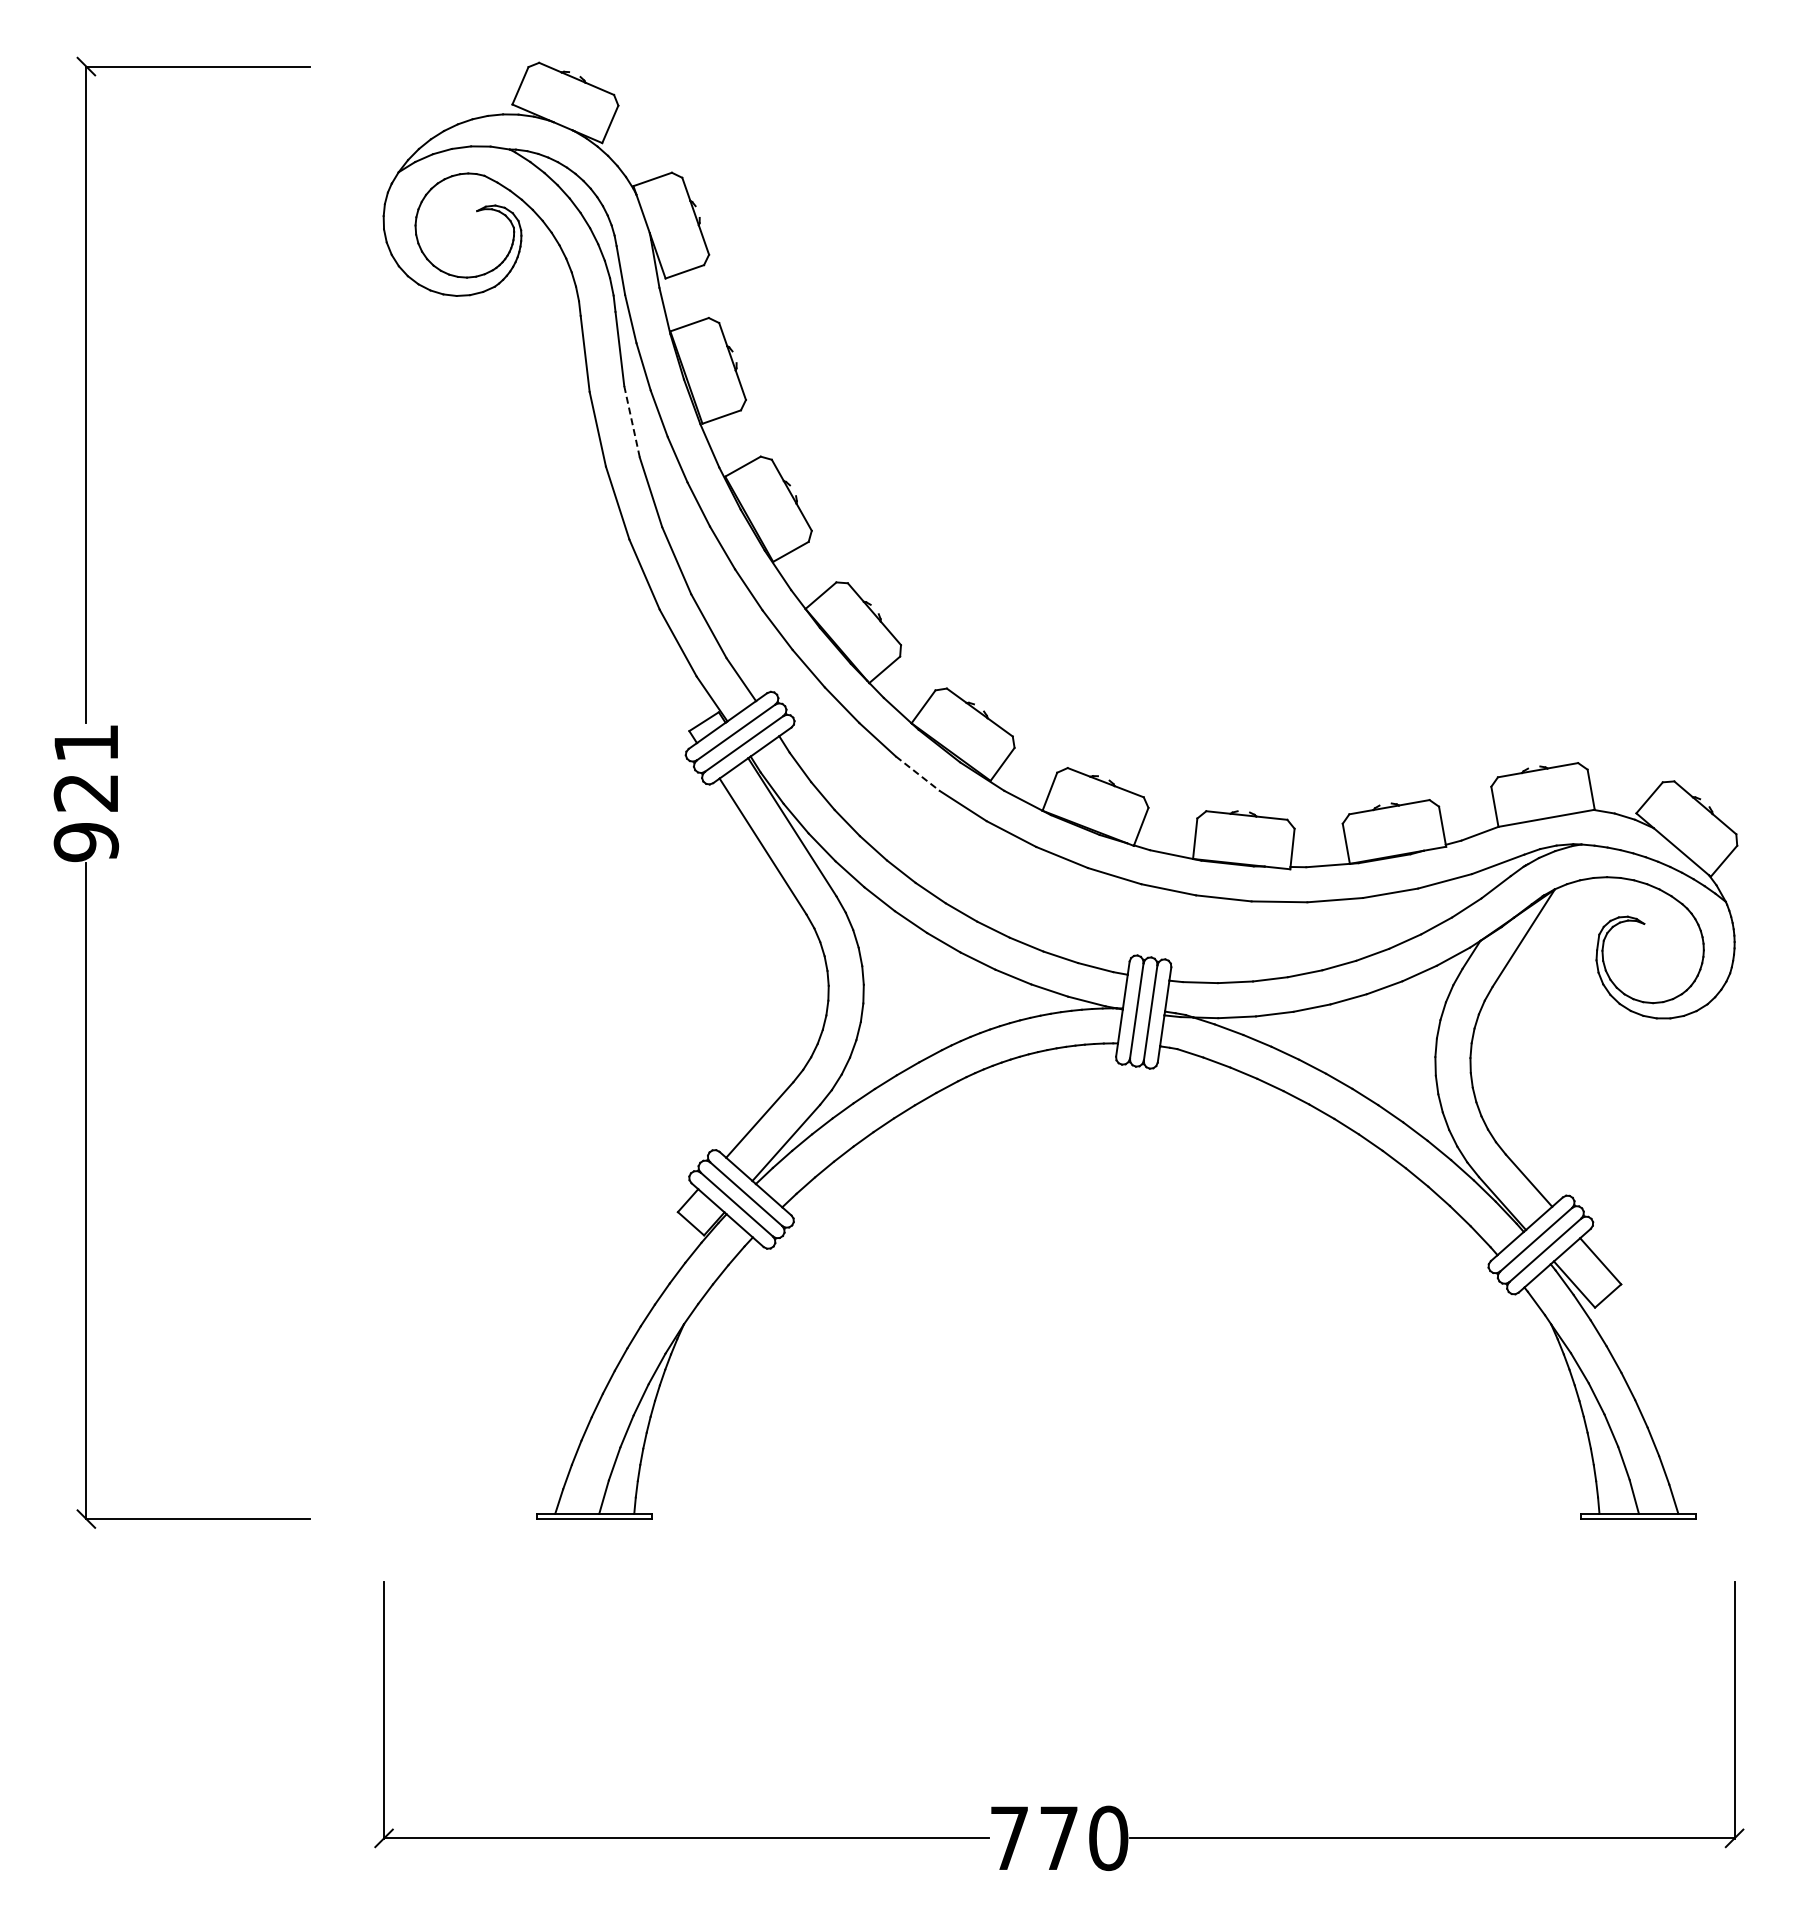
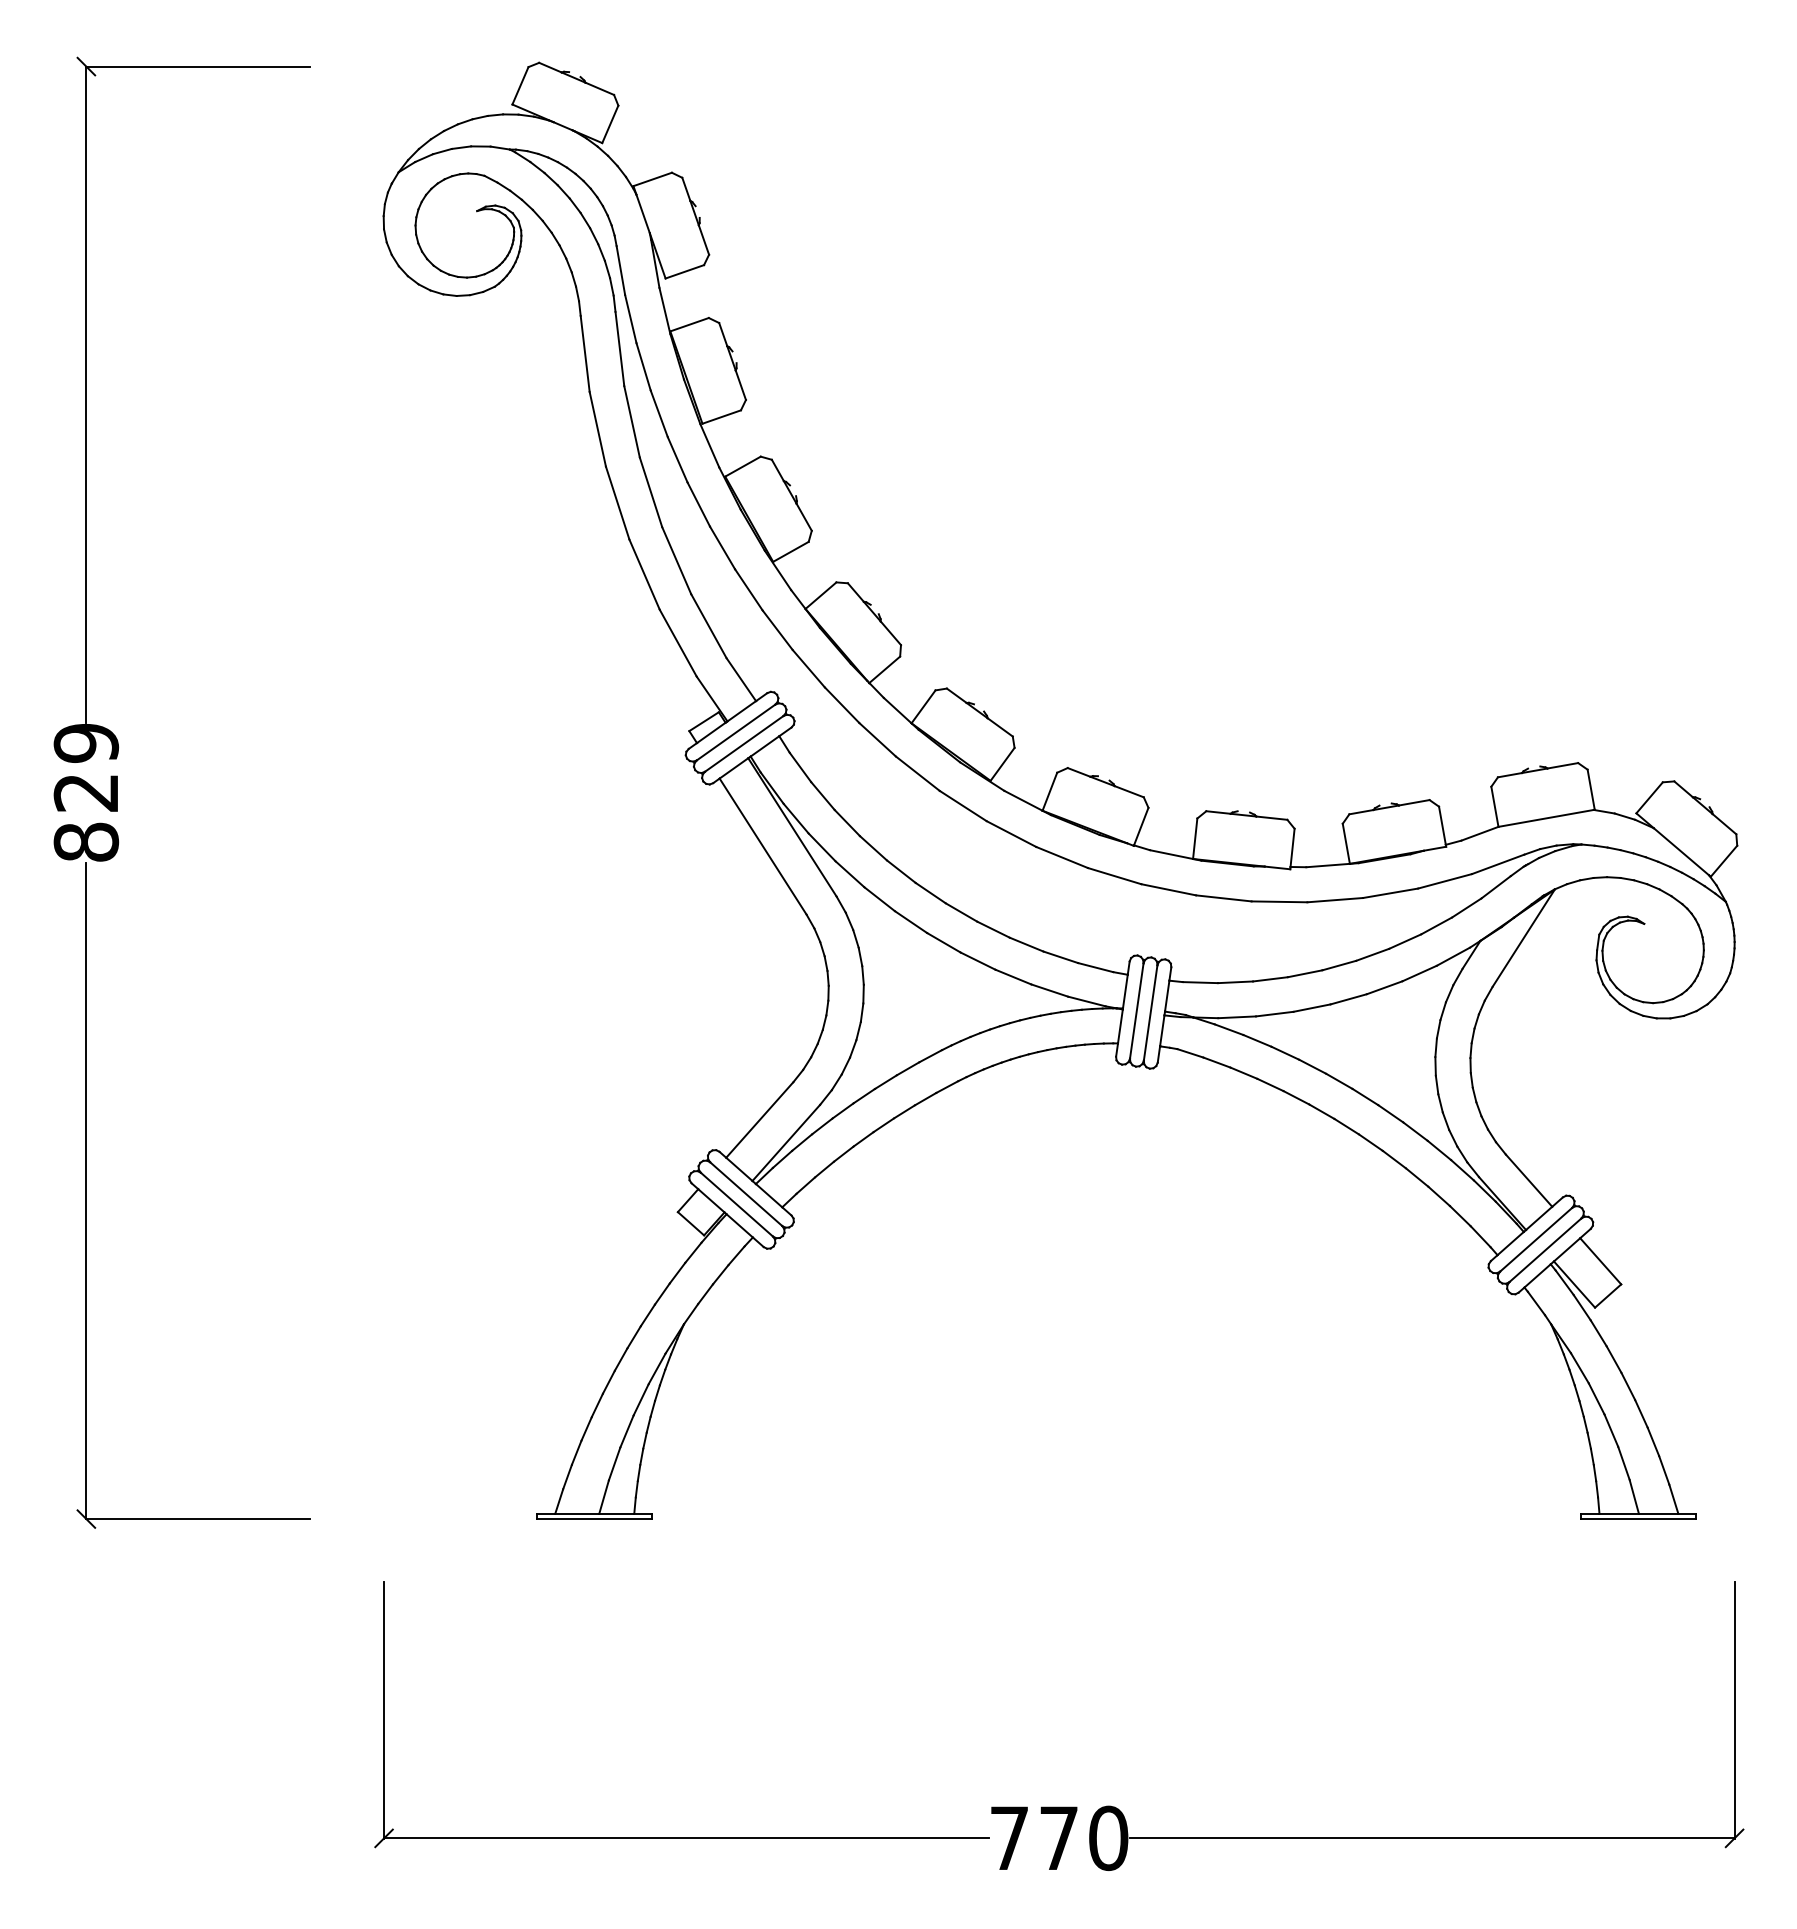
line at (632, 421): dashed -> solid
line at (917, 773): dashed -> solid
text at (86, 793): 921 -> 829
